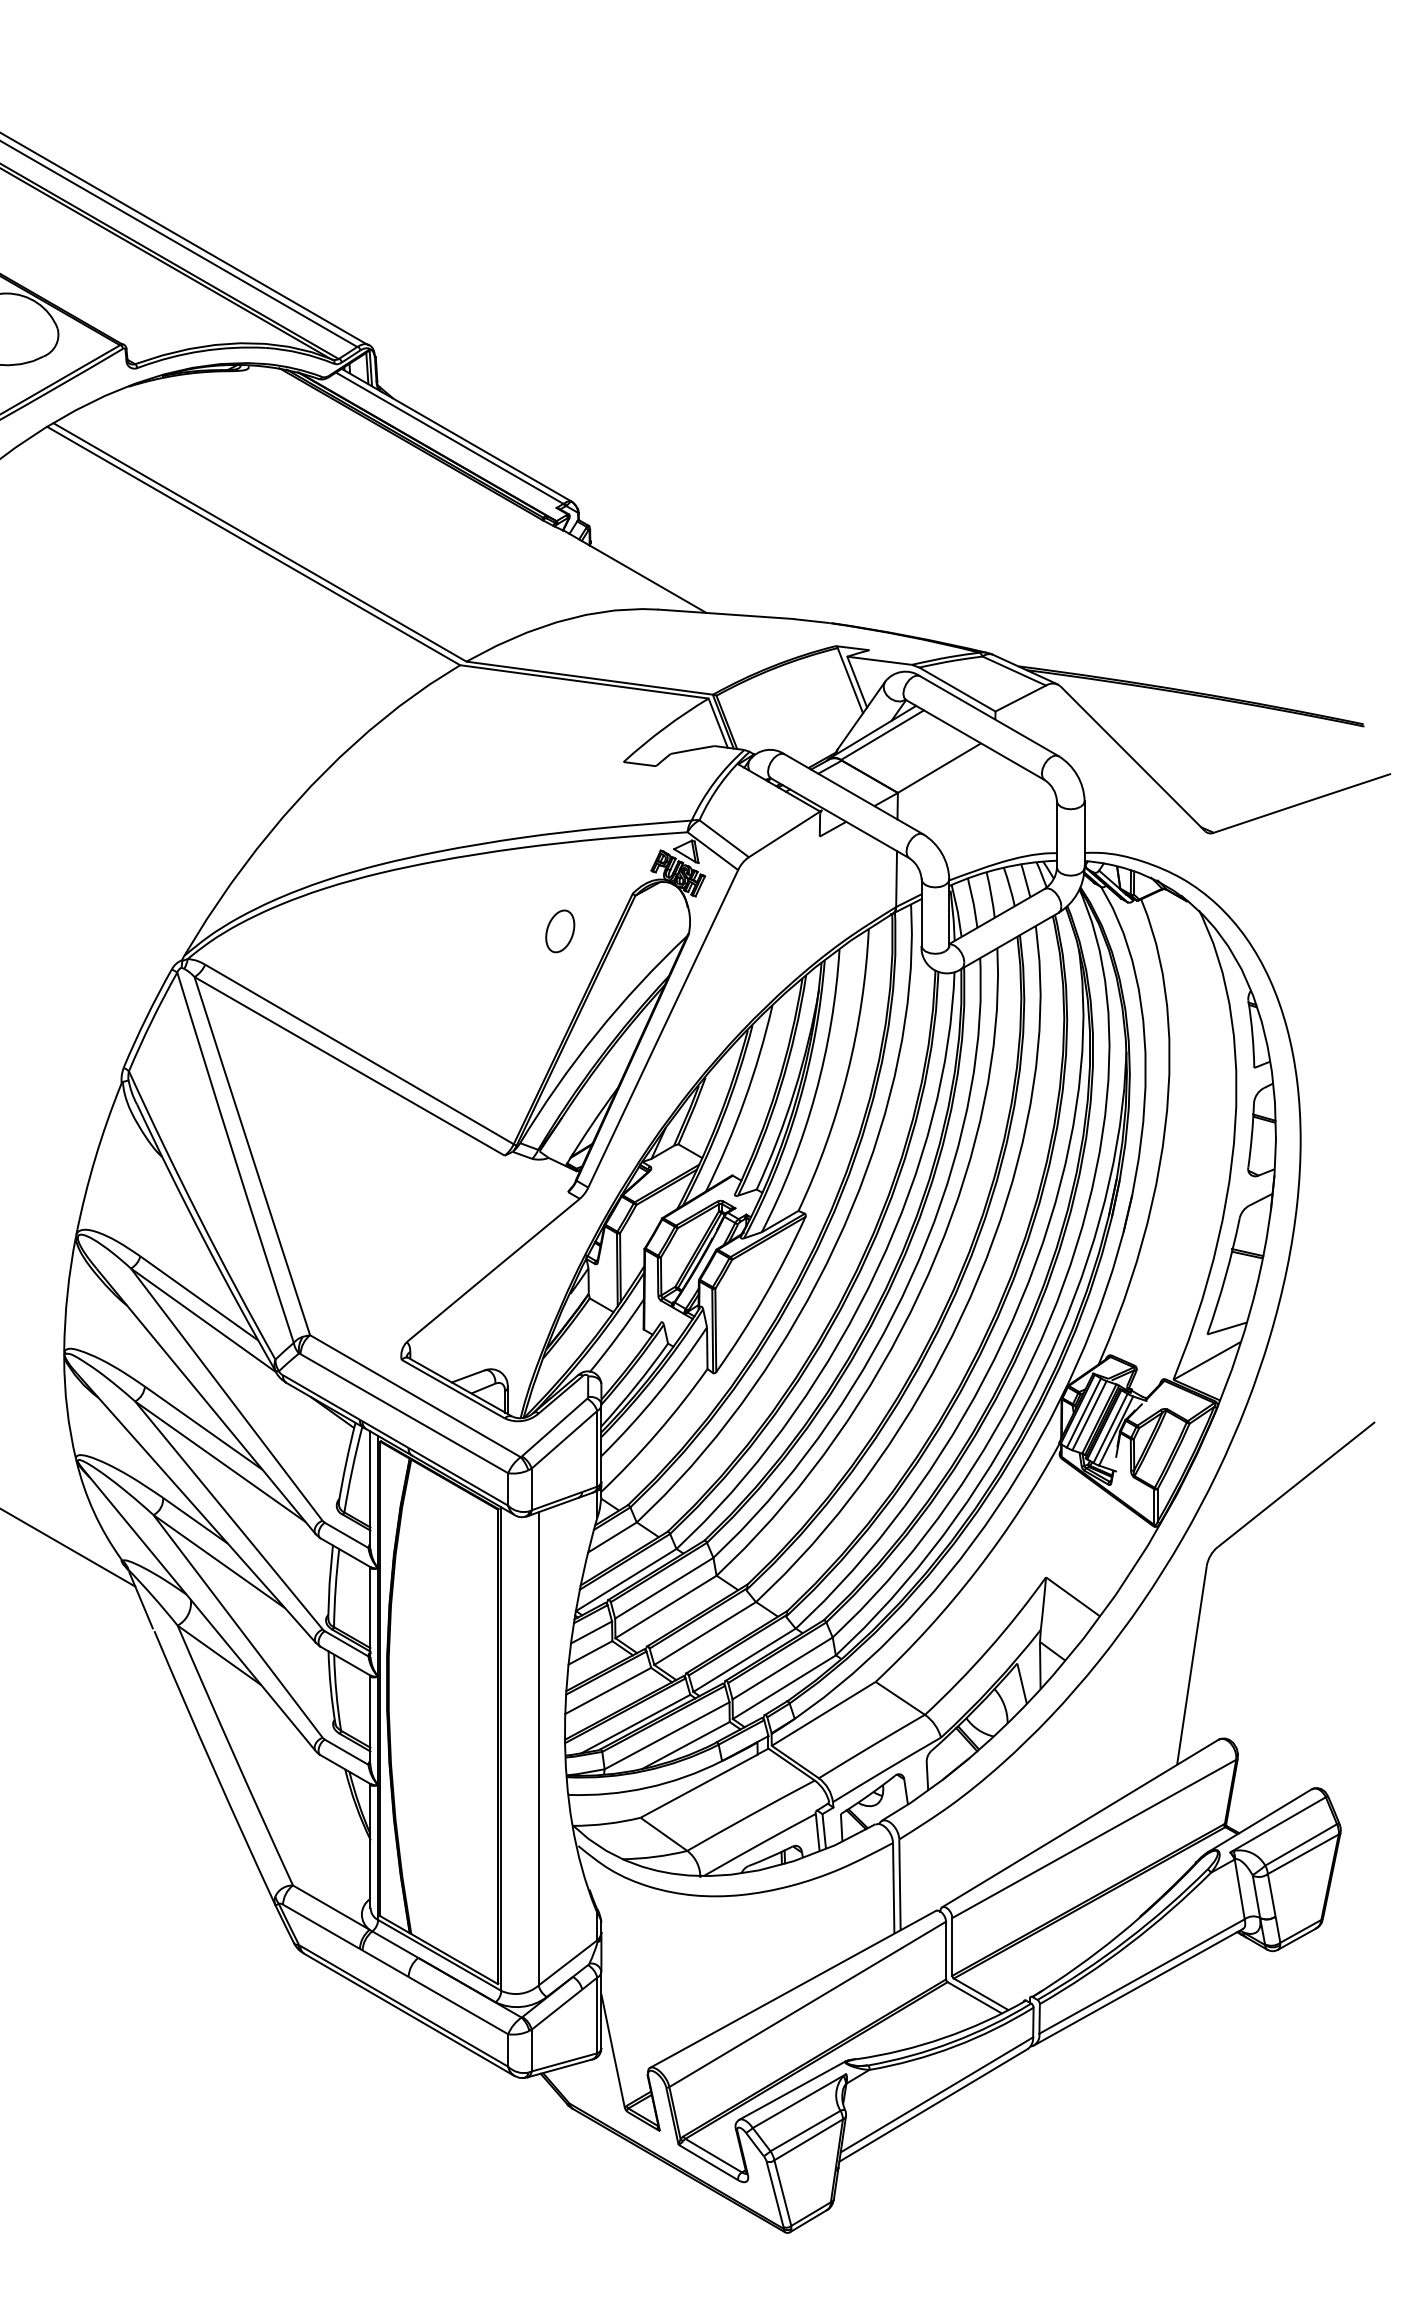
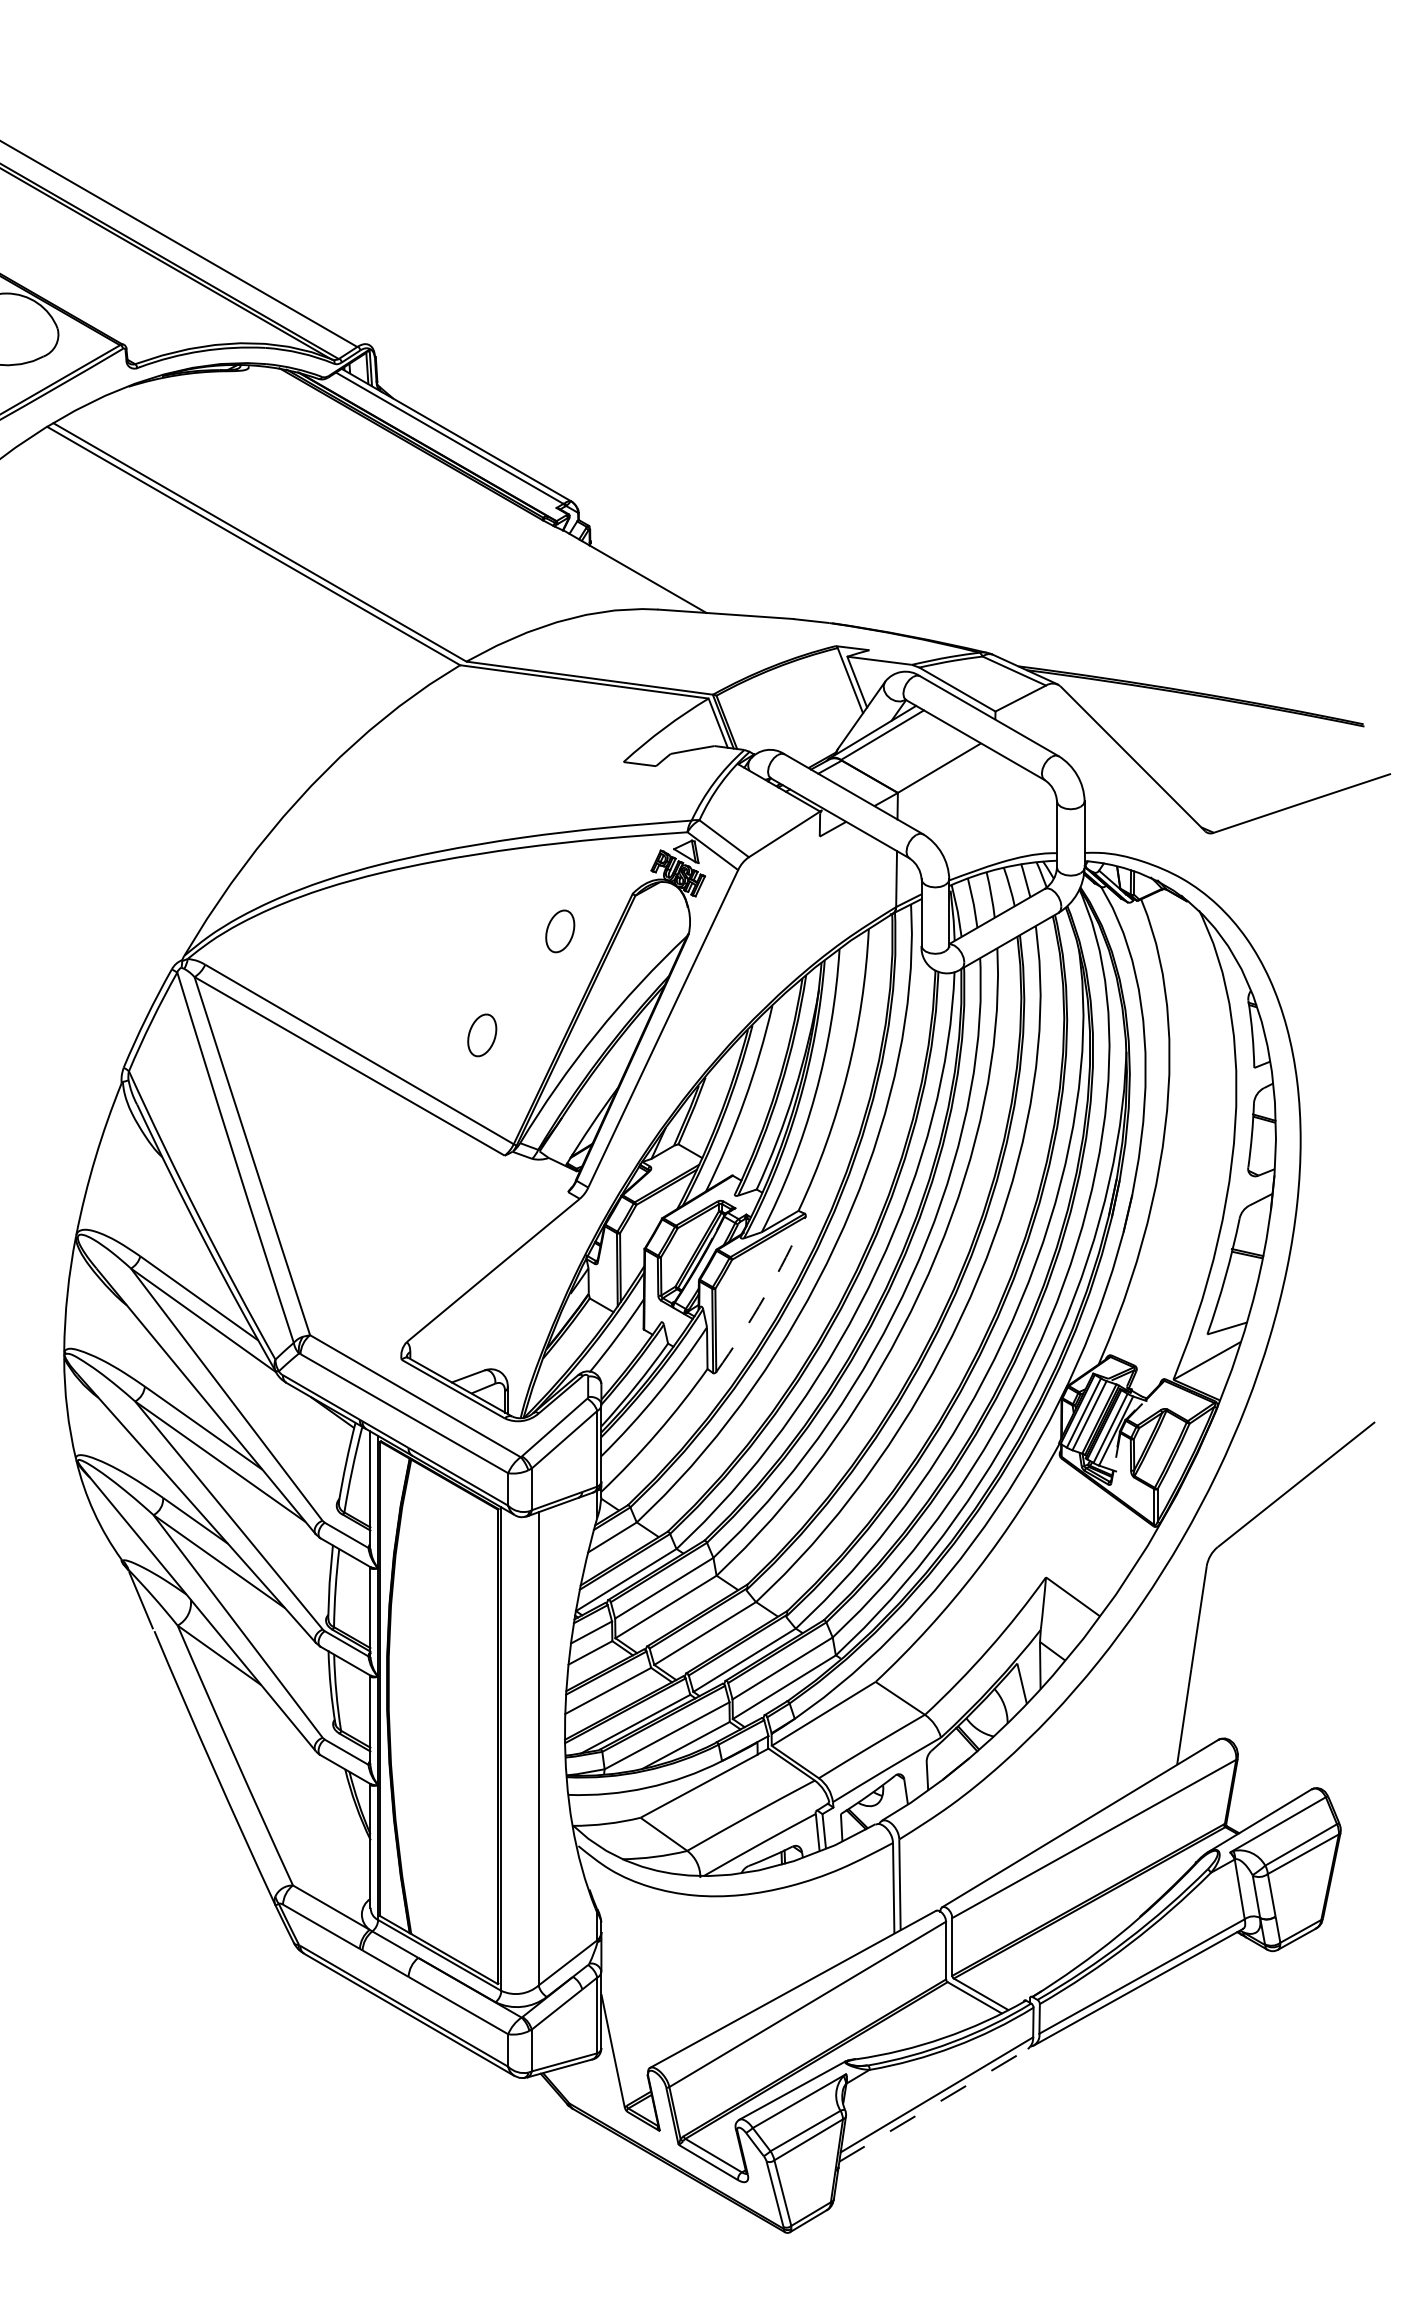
line at (185, 239): present -> none
part at (482, 1035): none -> present
arc at (764, 1296): solid -> dashed
line at (68, 1547): present -> none
line at (933, 2105): solid -> dashed
